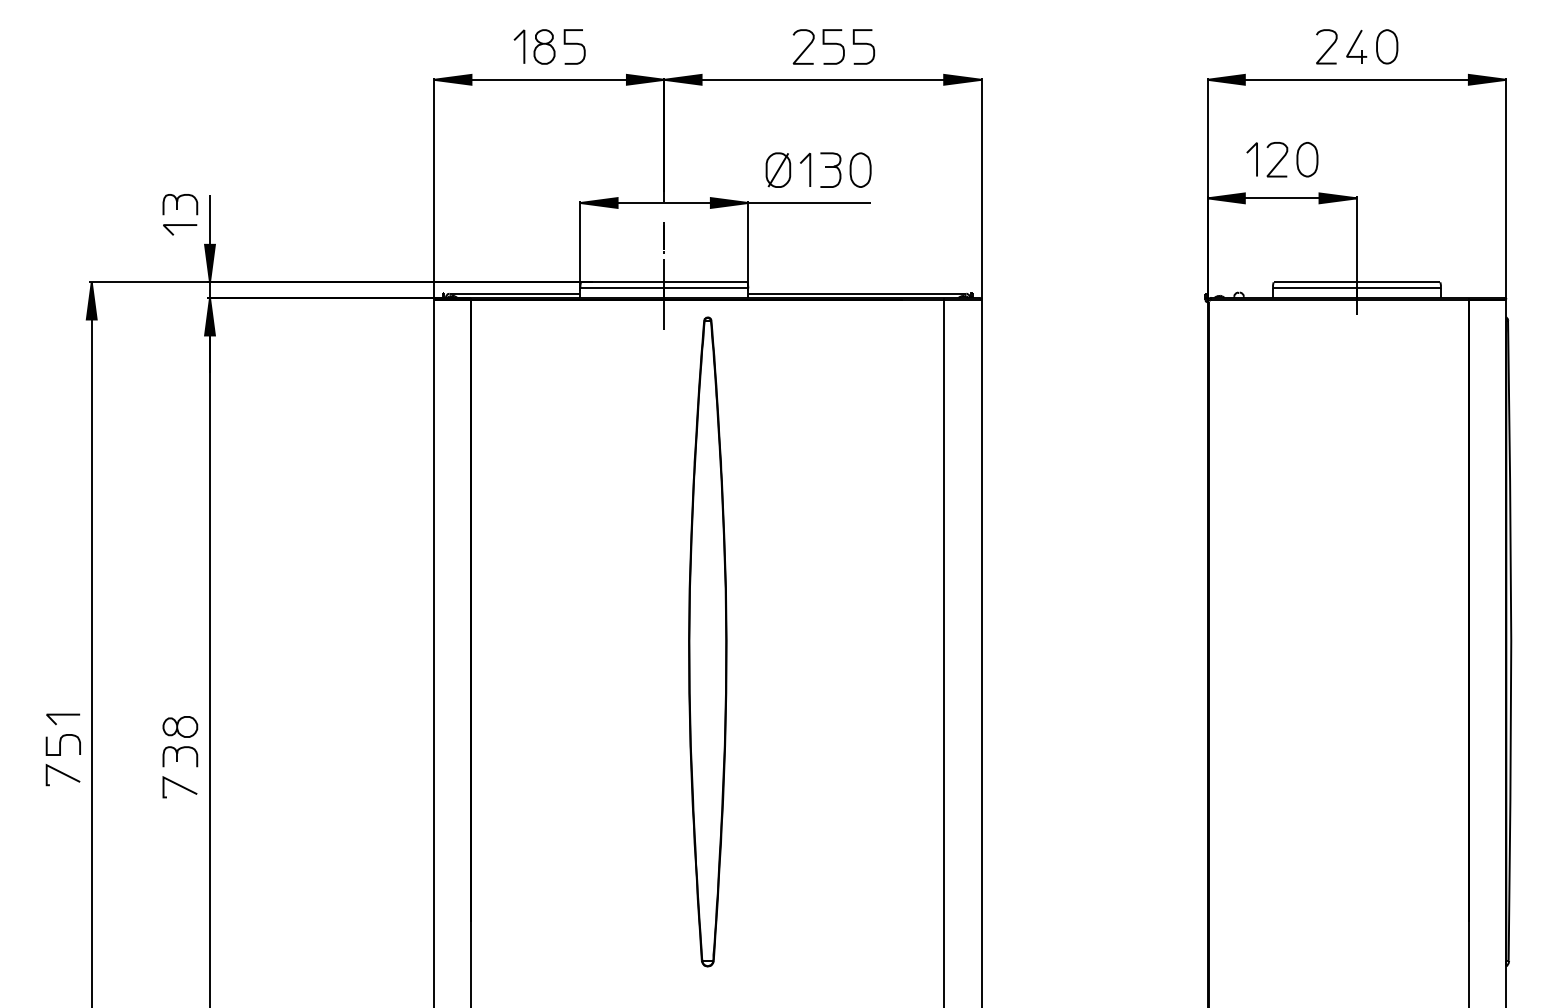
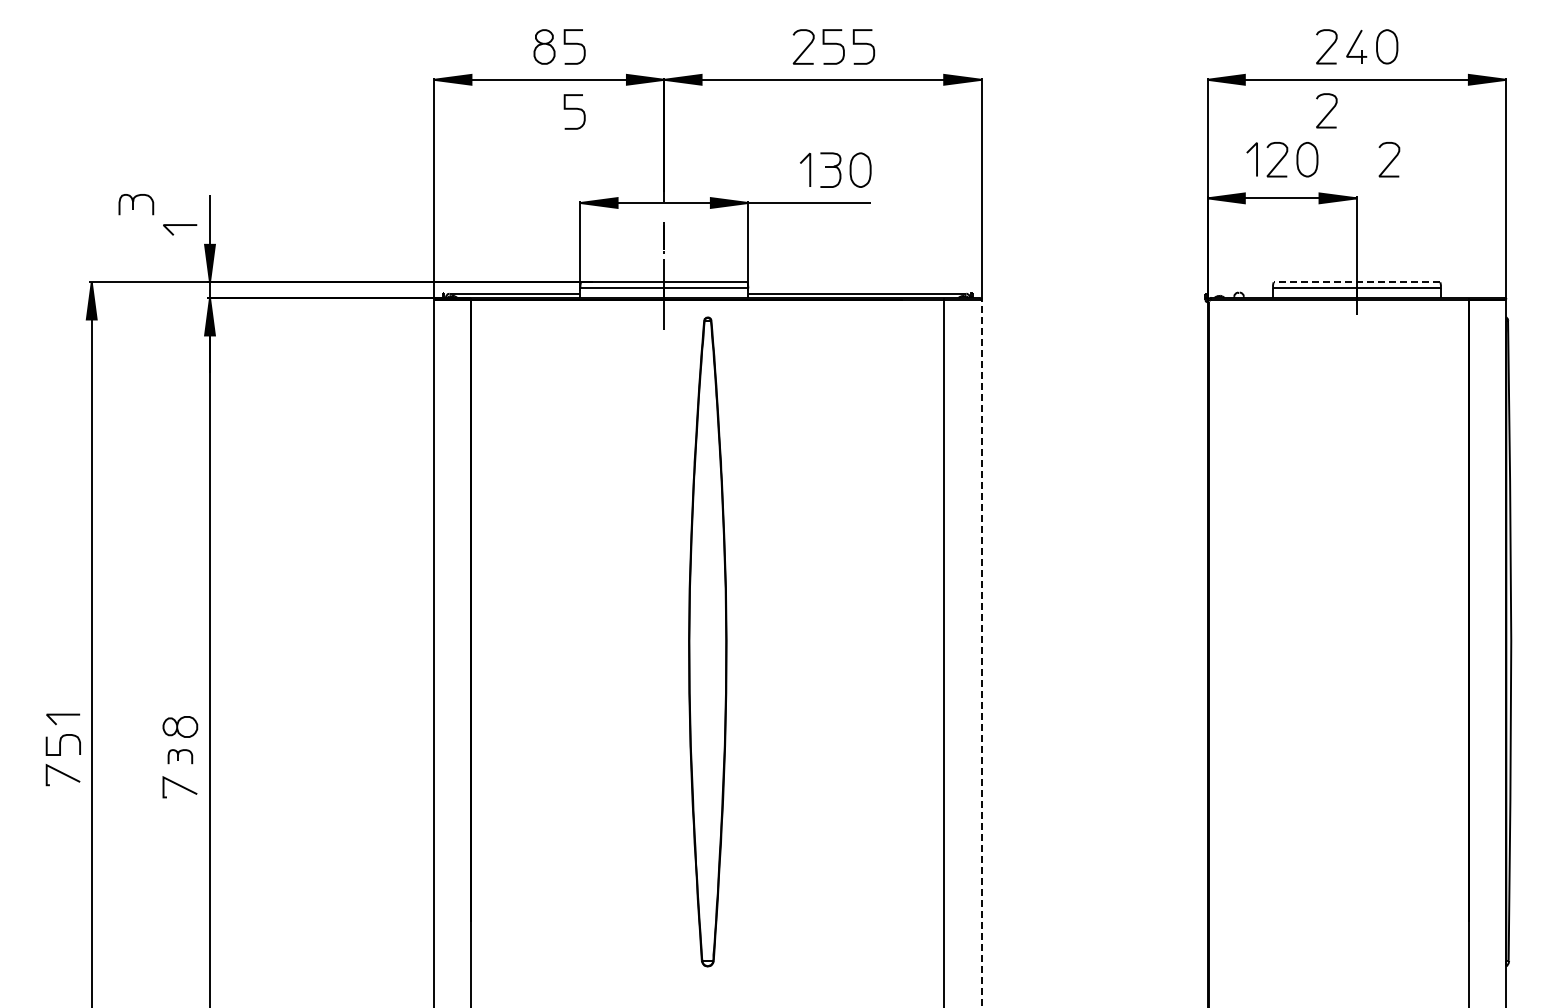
line at (523, 46): present -> none
curve at (574, 109): none -> present
curve at (1328, 112): none -> present
curve at (1391, 160): none -> present
part at (778, 169): present -> none
part at (180, 204) position: (180, 204) -> (136, 204)
line at (1356, 282): solid -> dashed
line at (981, 653): solid -> dashed
part at (180, 756) size: 37x22 px -> 27x16 px
